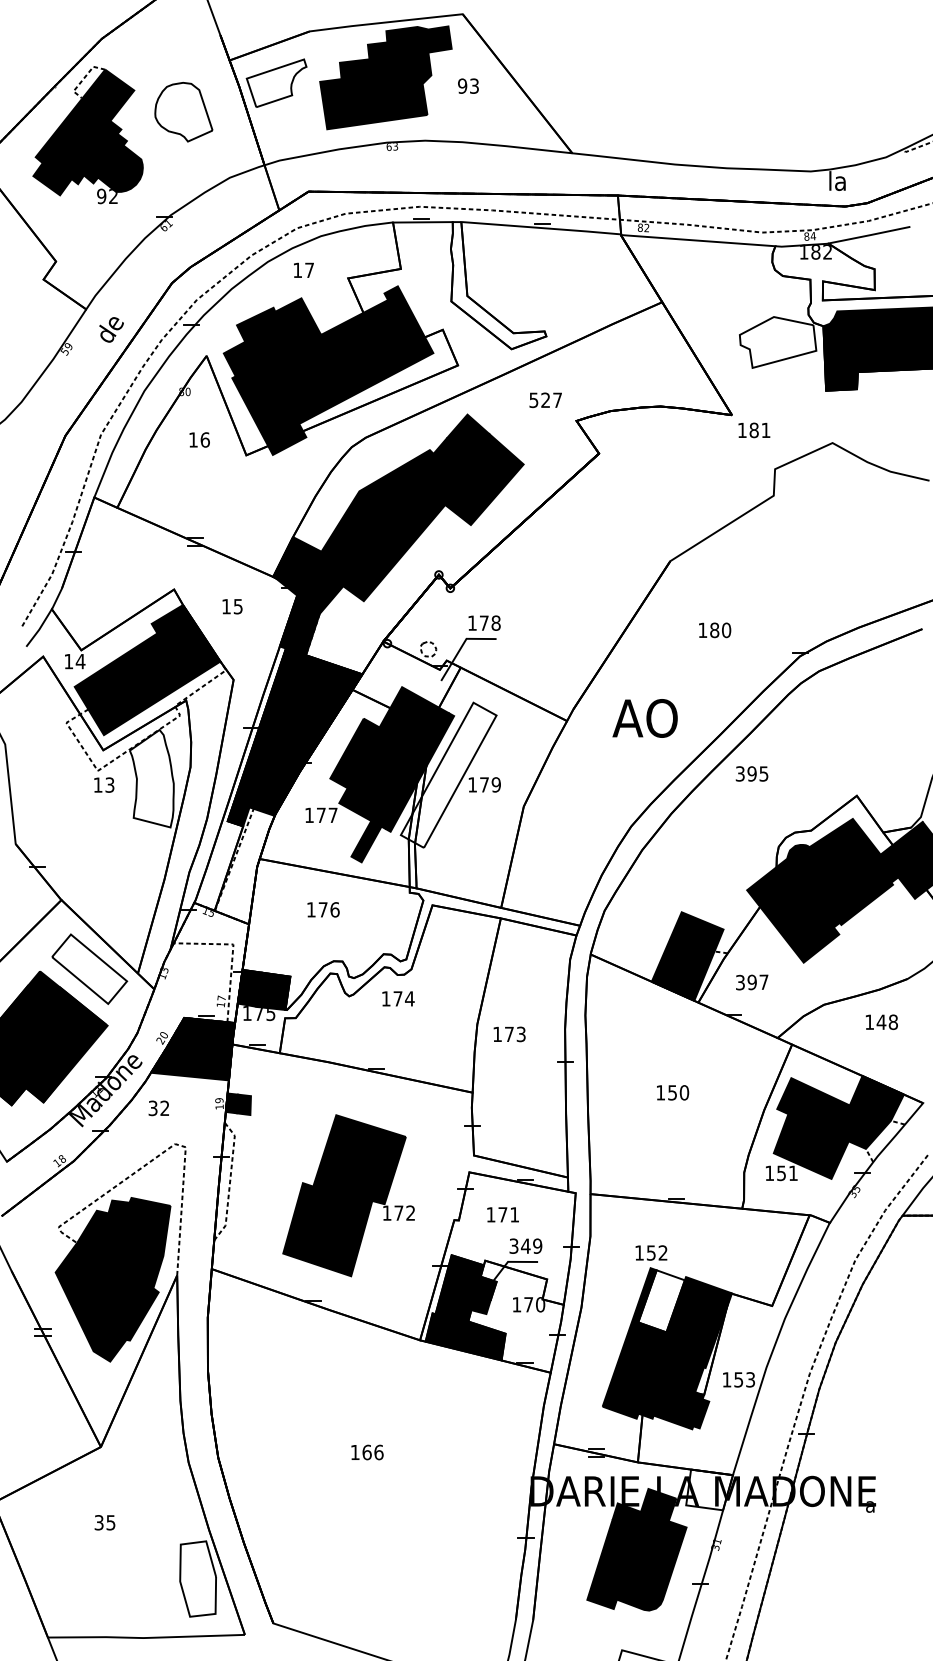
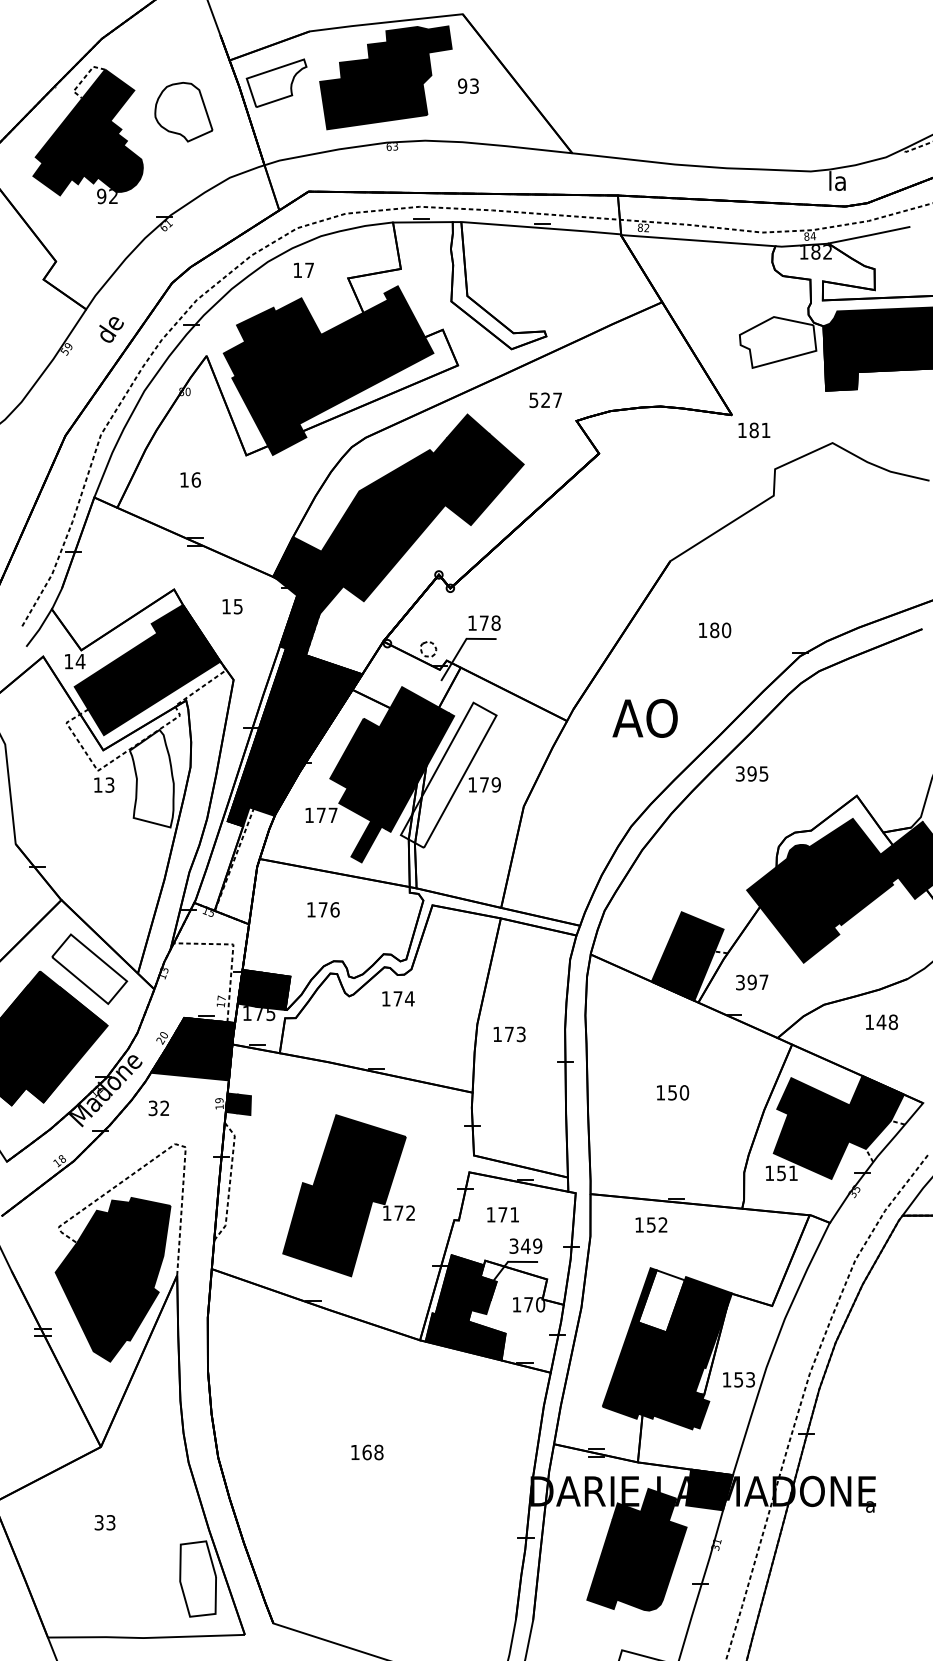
text at (199, 439) position: (199, 439) -> (190, 479)
text at (651, 1252) position: (651, 1252) -> (651, 1224)
text at (378, 1452): 166 -> 168
fill at (709, 1489): none -> present
text at (111, 1522): 35 -> 33
